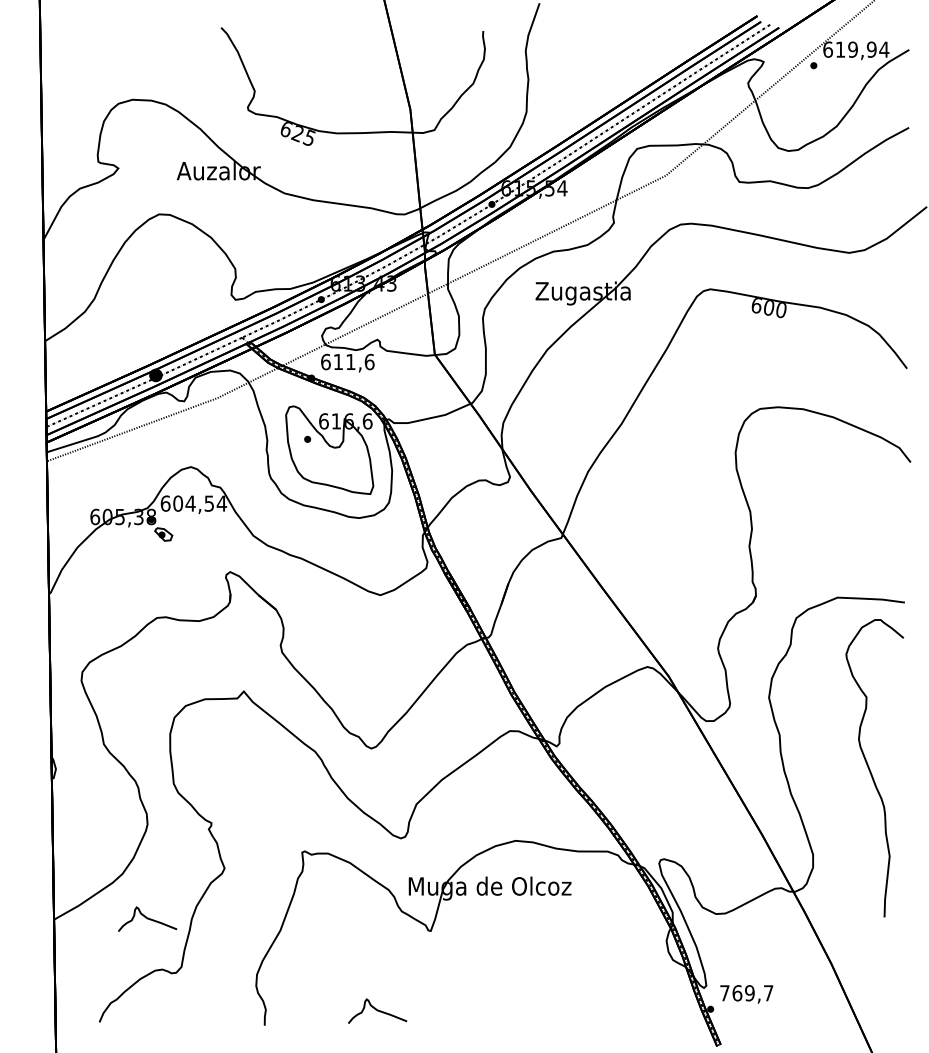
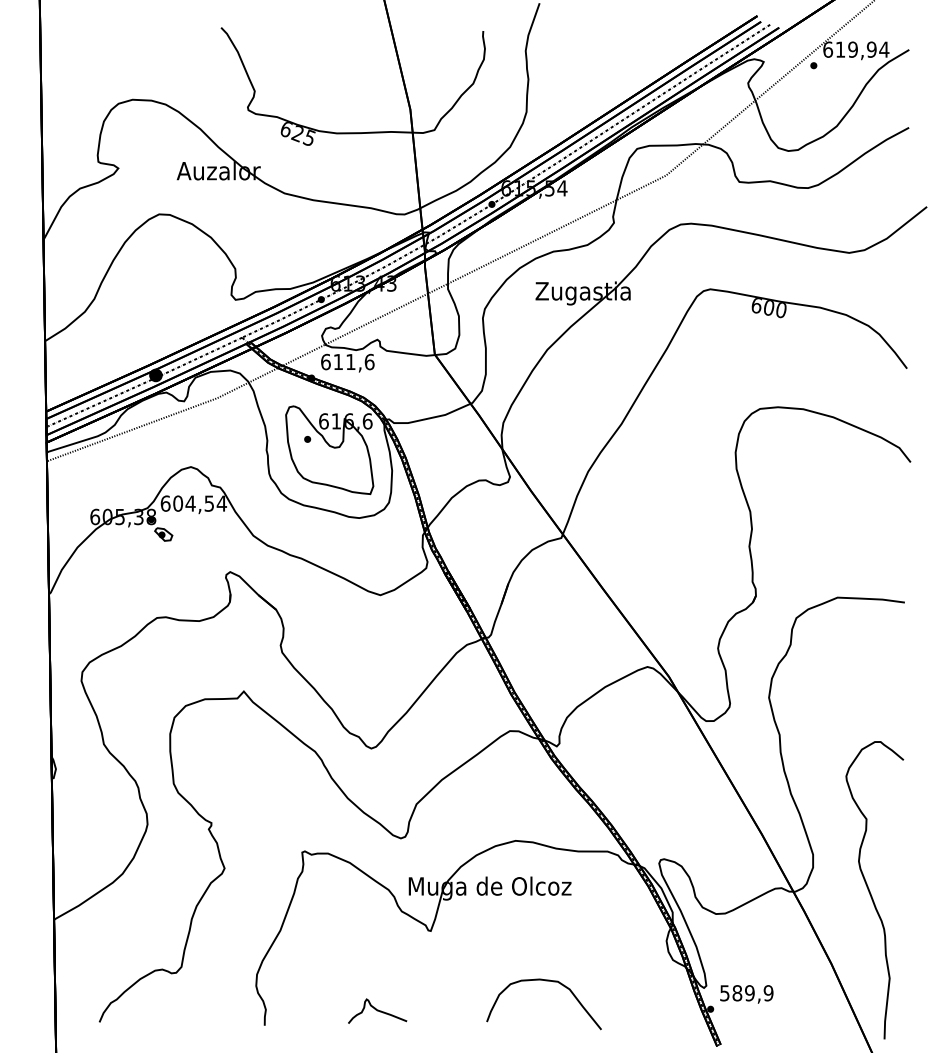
curve at (870, 769) position: (870, 769) -> (870, 891)
curve at (147, 918): present -> none
curve at (545, 981): none -> present
text at (746, 993): 769,7 -> 589,9
